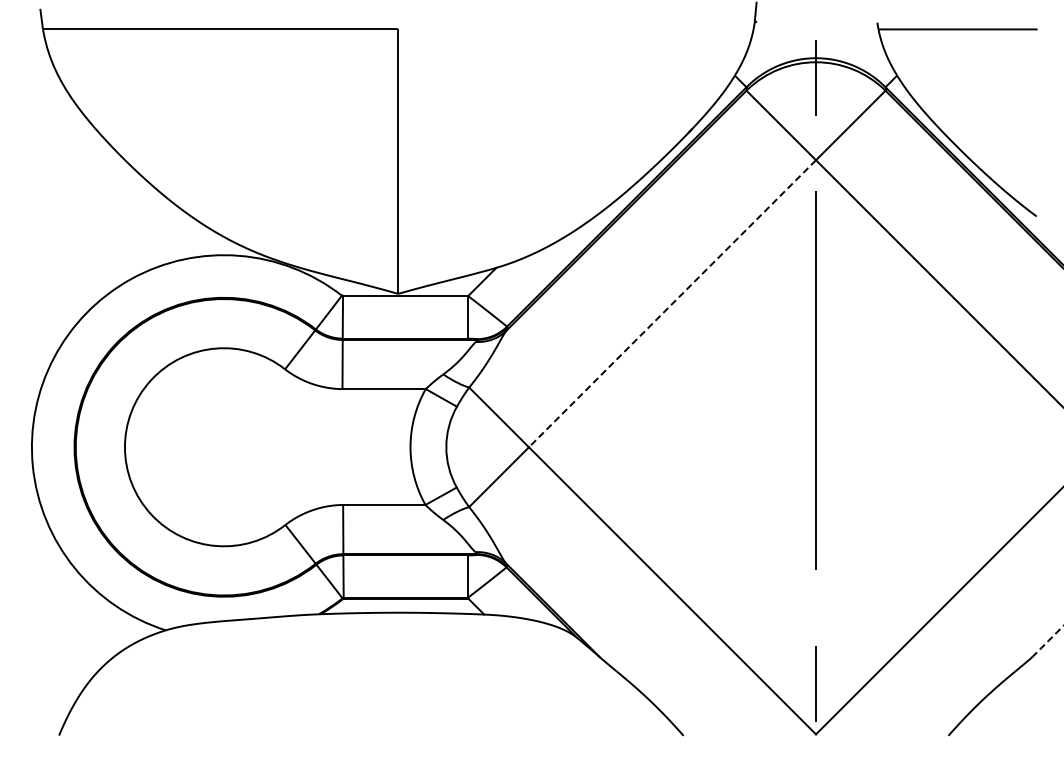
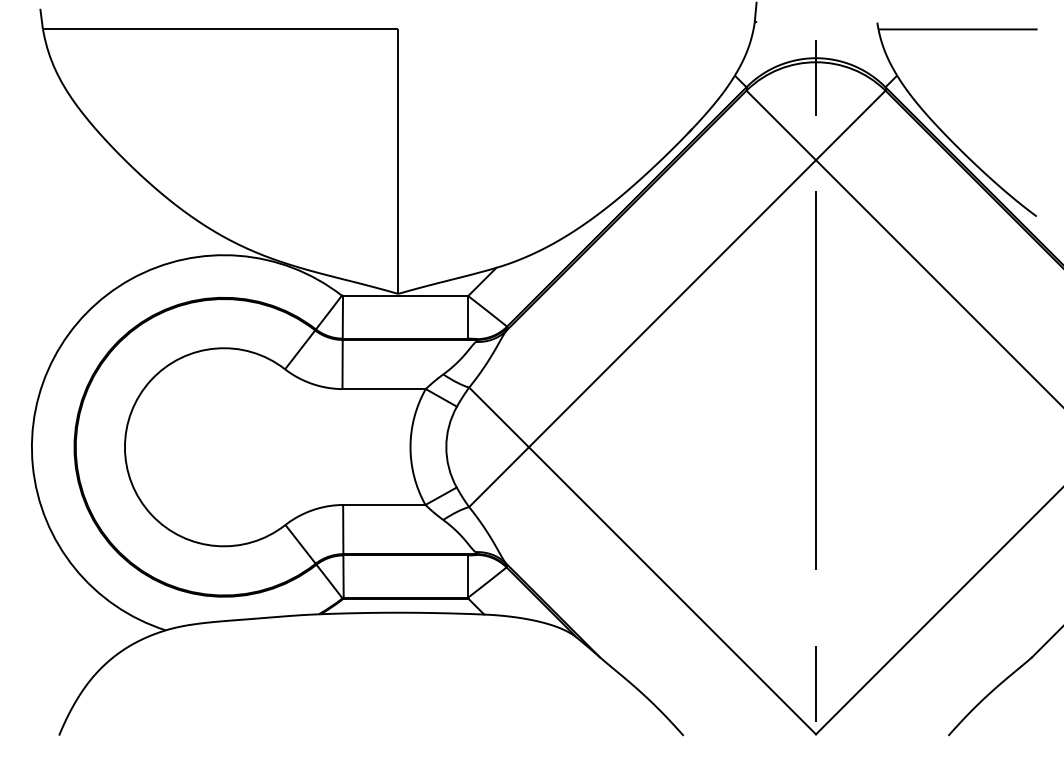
line at (672, 303): dashed -> solid
line at (1048, 641): dashed -> solid
